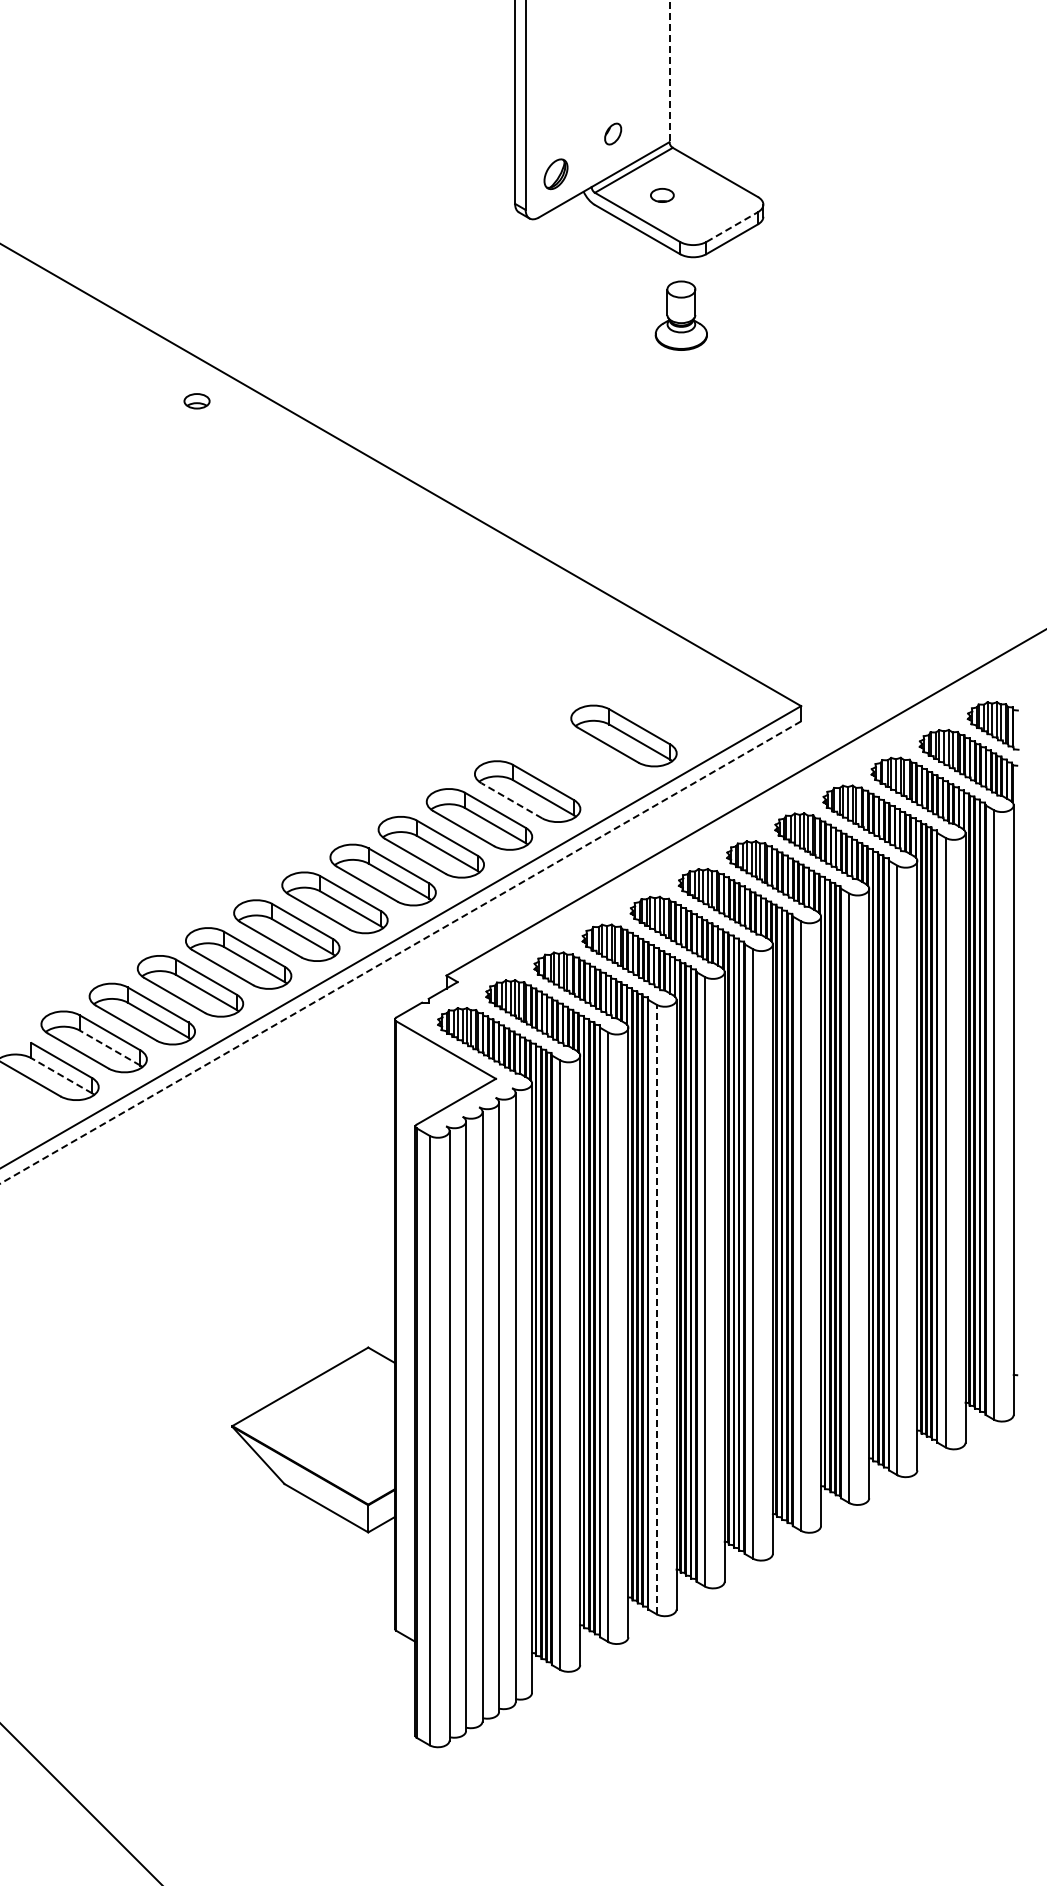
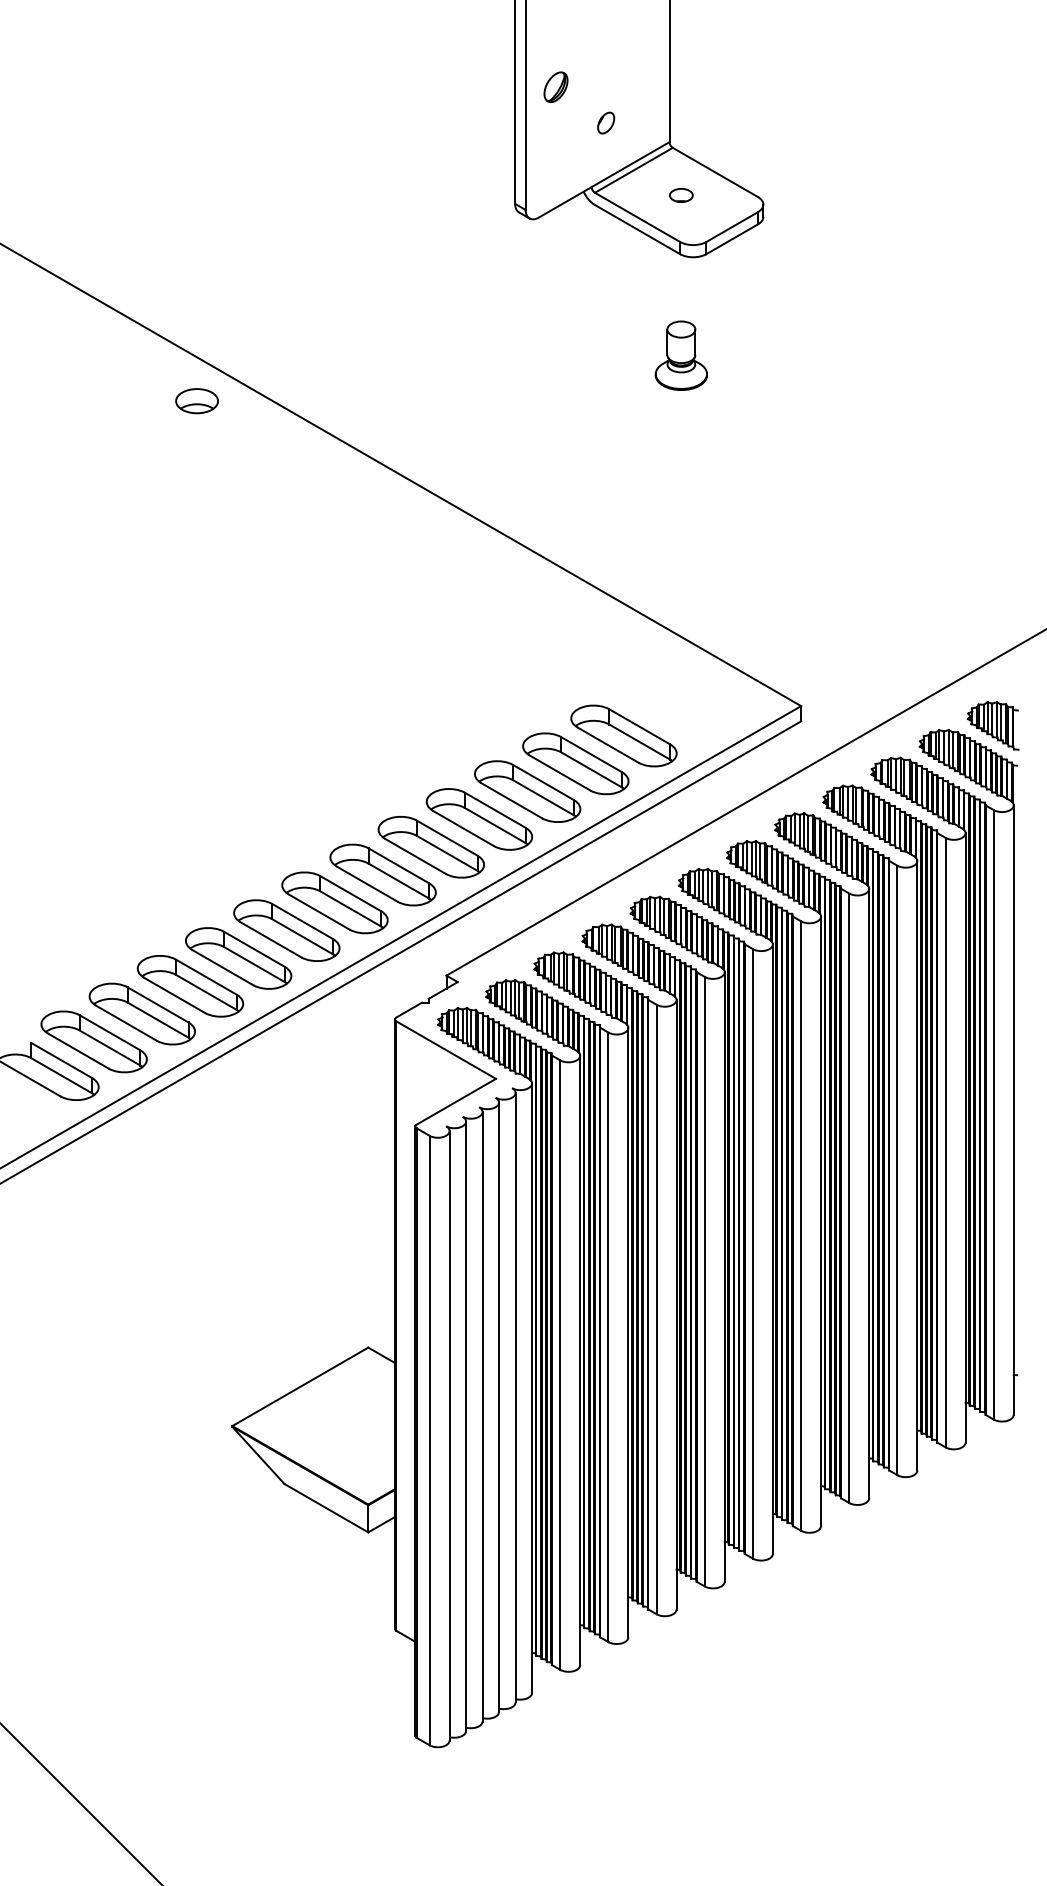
line at (669, 71): dashed -> solid
part at (613, 133) position: (613, 133) -> (606, 122)
part at (555, 174) position: (555, 174) -> (555, 87)
part at (662, 195) position: (662, 195) -> (681, 195)
line at (732, 227): dashed -> solid
part at (680, 315) position: (680, 315) -> (680, 355)
part at (196, 401) size: 28x17 px -> 44x27 px
part at (575, 763): none -> present
line at (511, 800): dashed -> solid
line at (400, 952): dashed -> solid
line at (109, 1047): dashed -> solid
line at (61, 1075): dashed -> solid
line at (656, 1309): dashed -> solid
